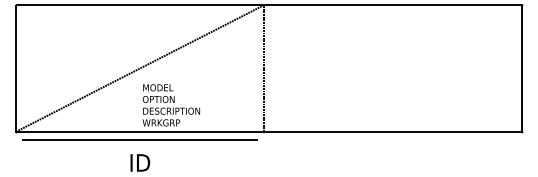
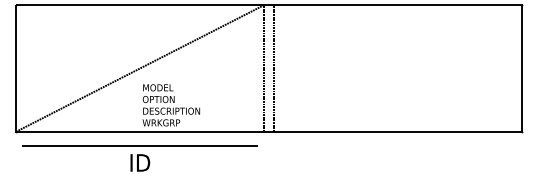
line at (274, 68): none -> present
line at (139, 139) position: (139, 139) -> (139, 145)
